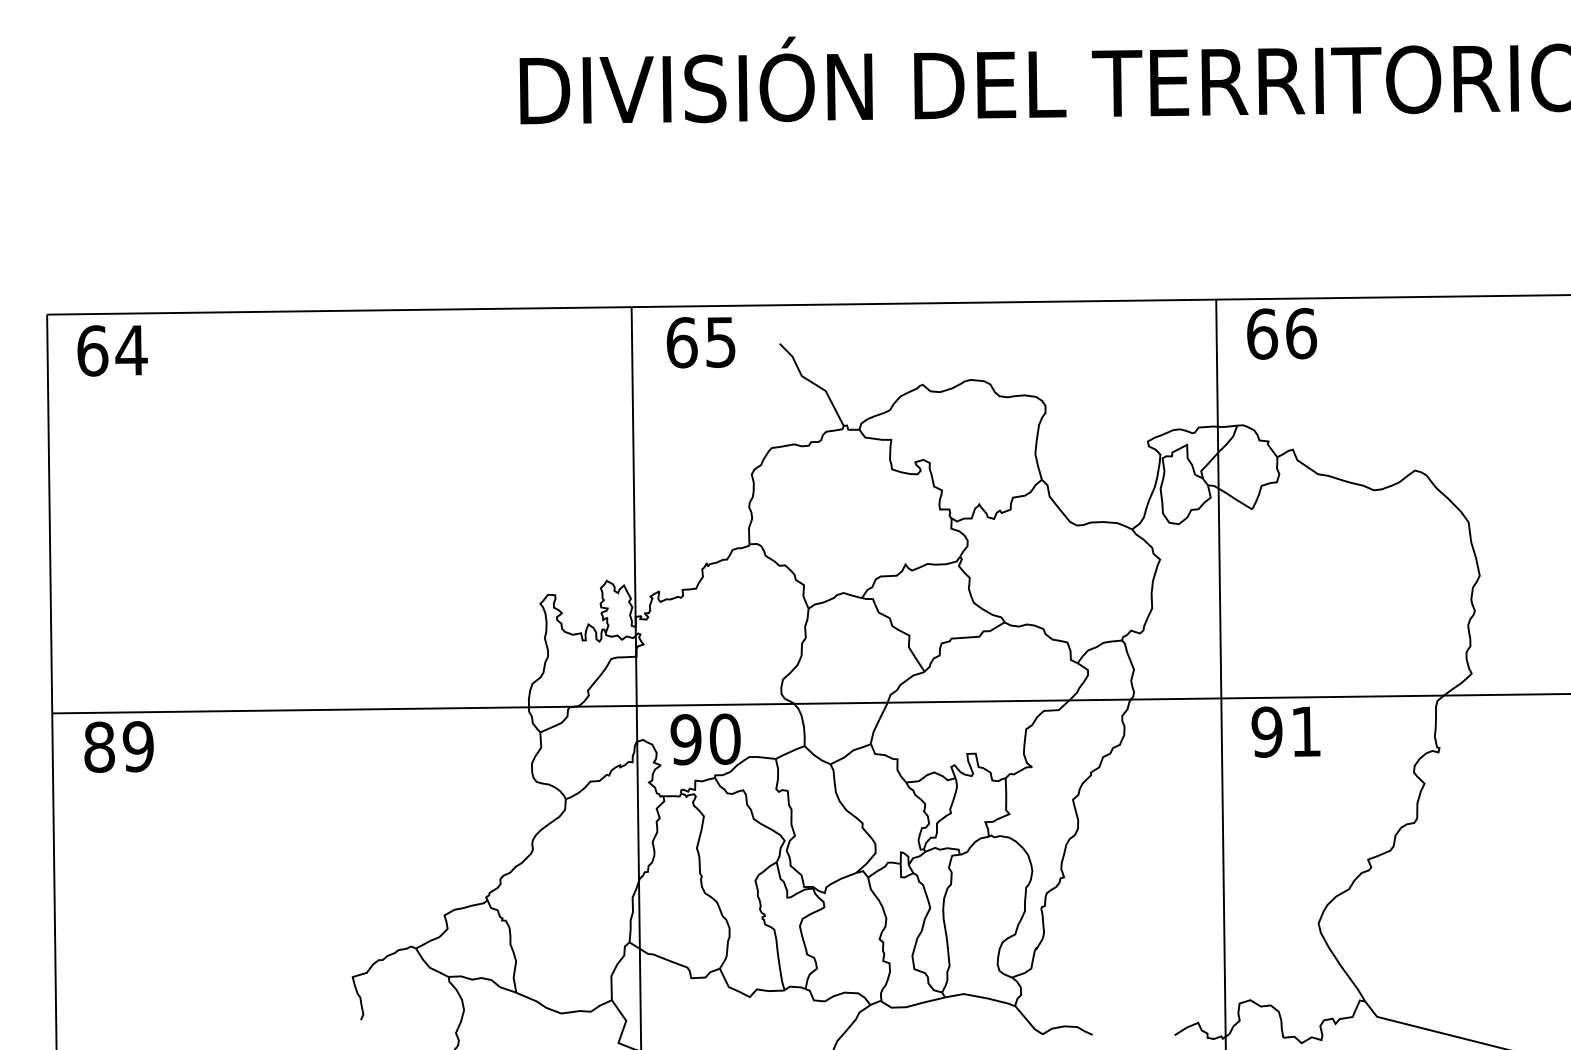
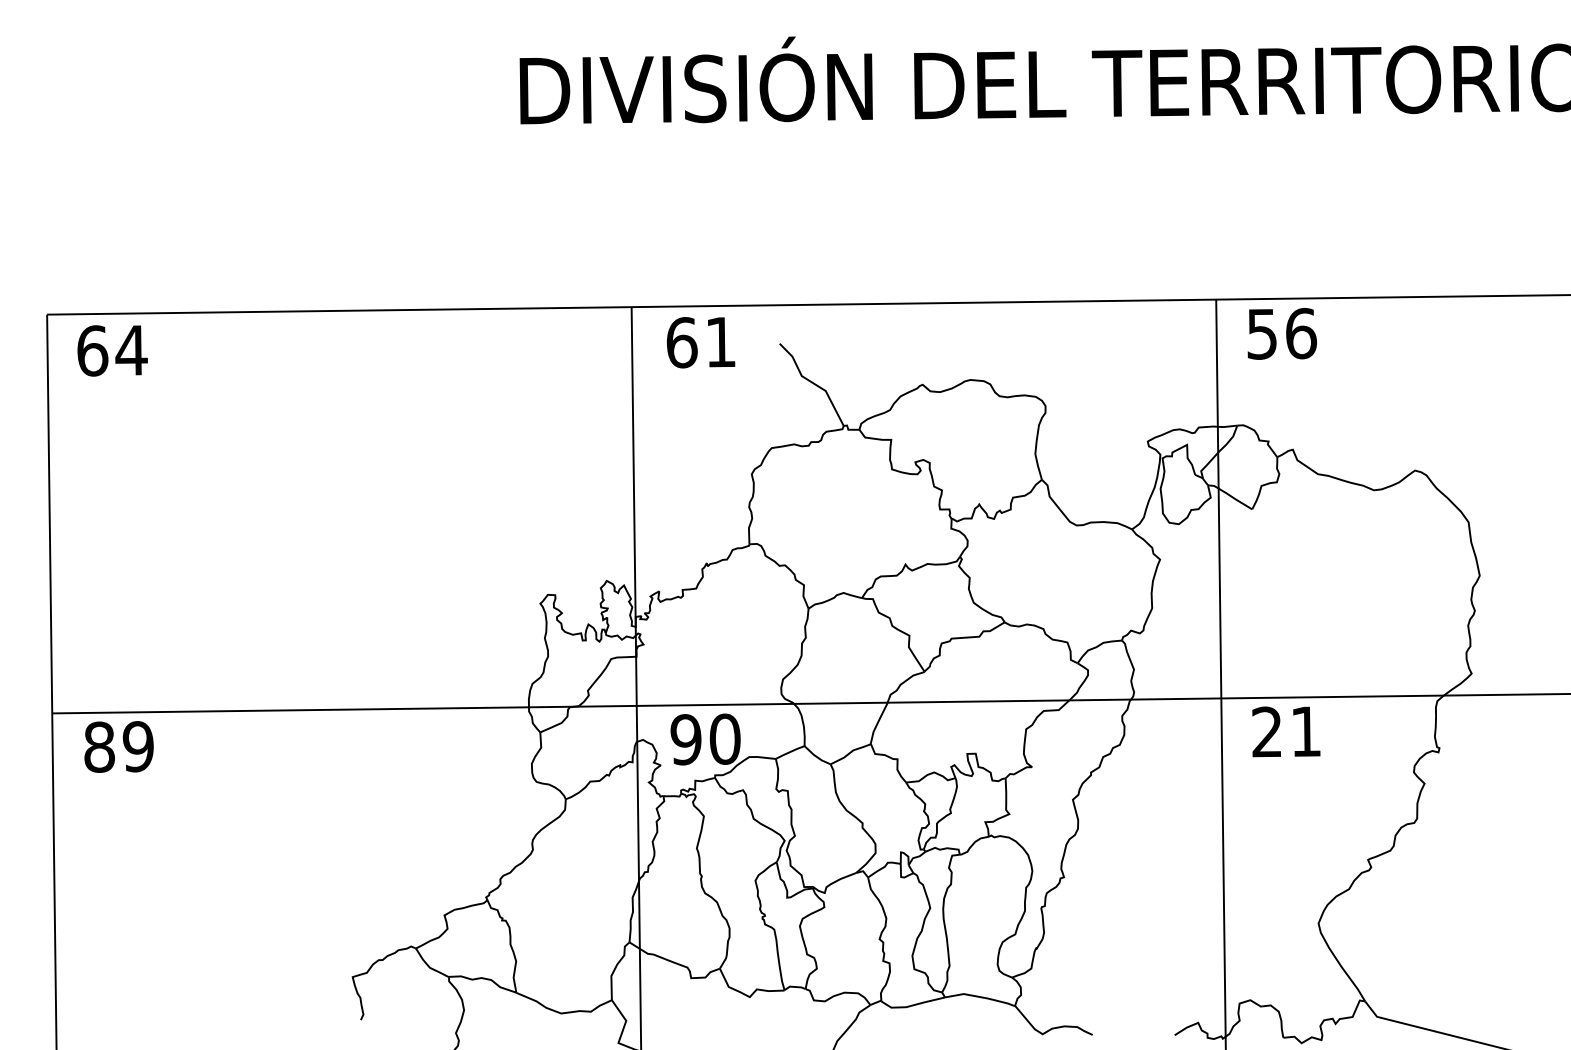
text at (1262, 333): 66 -> 56
text at (720, 342): 65 -> 61
text at (1266, 731): 91 -> 21
